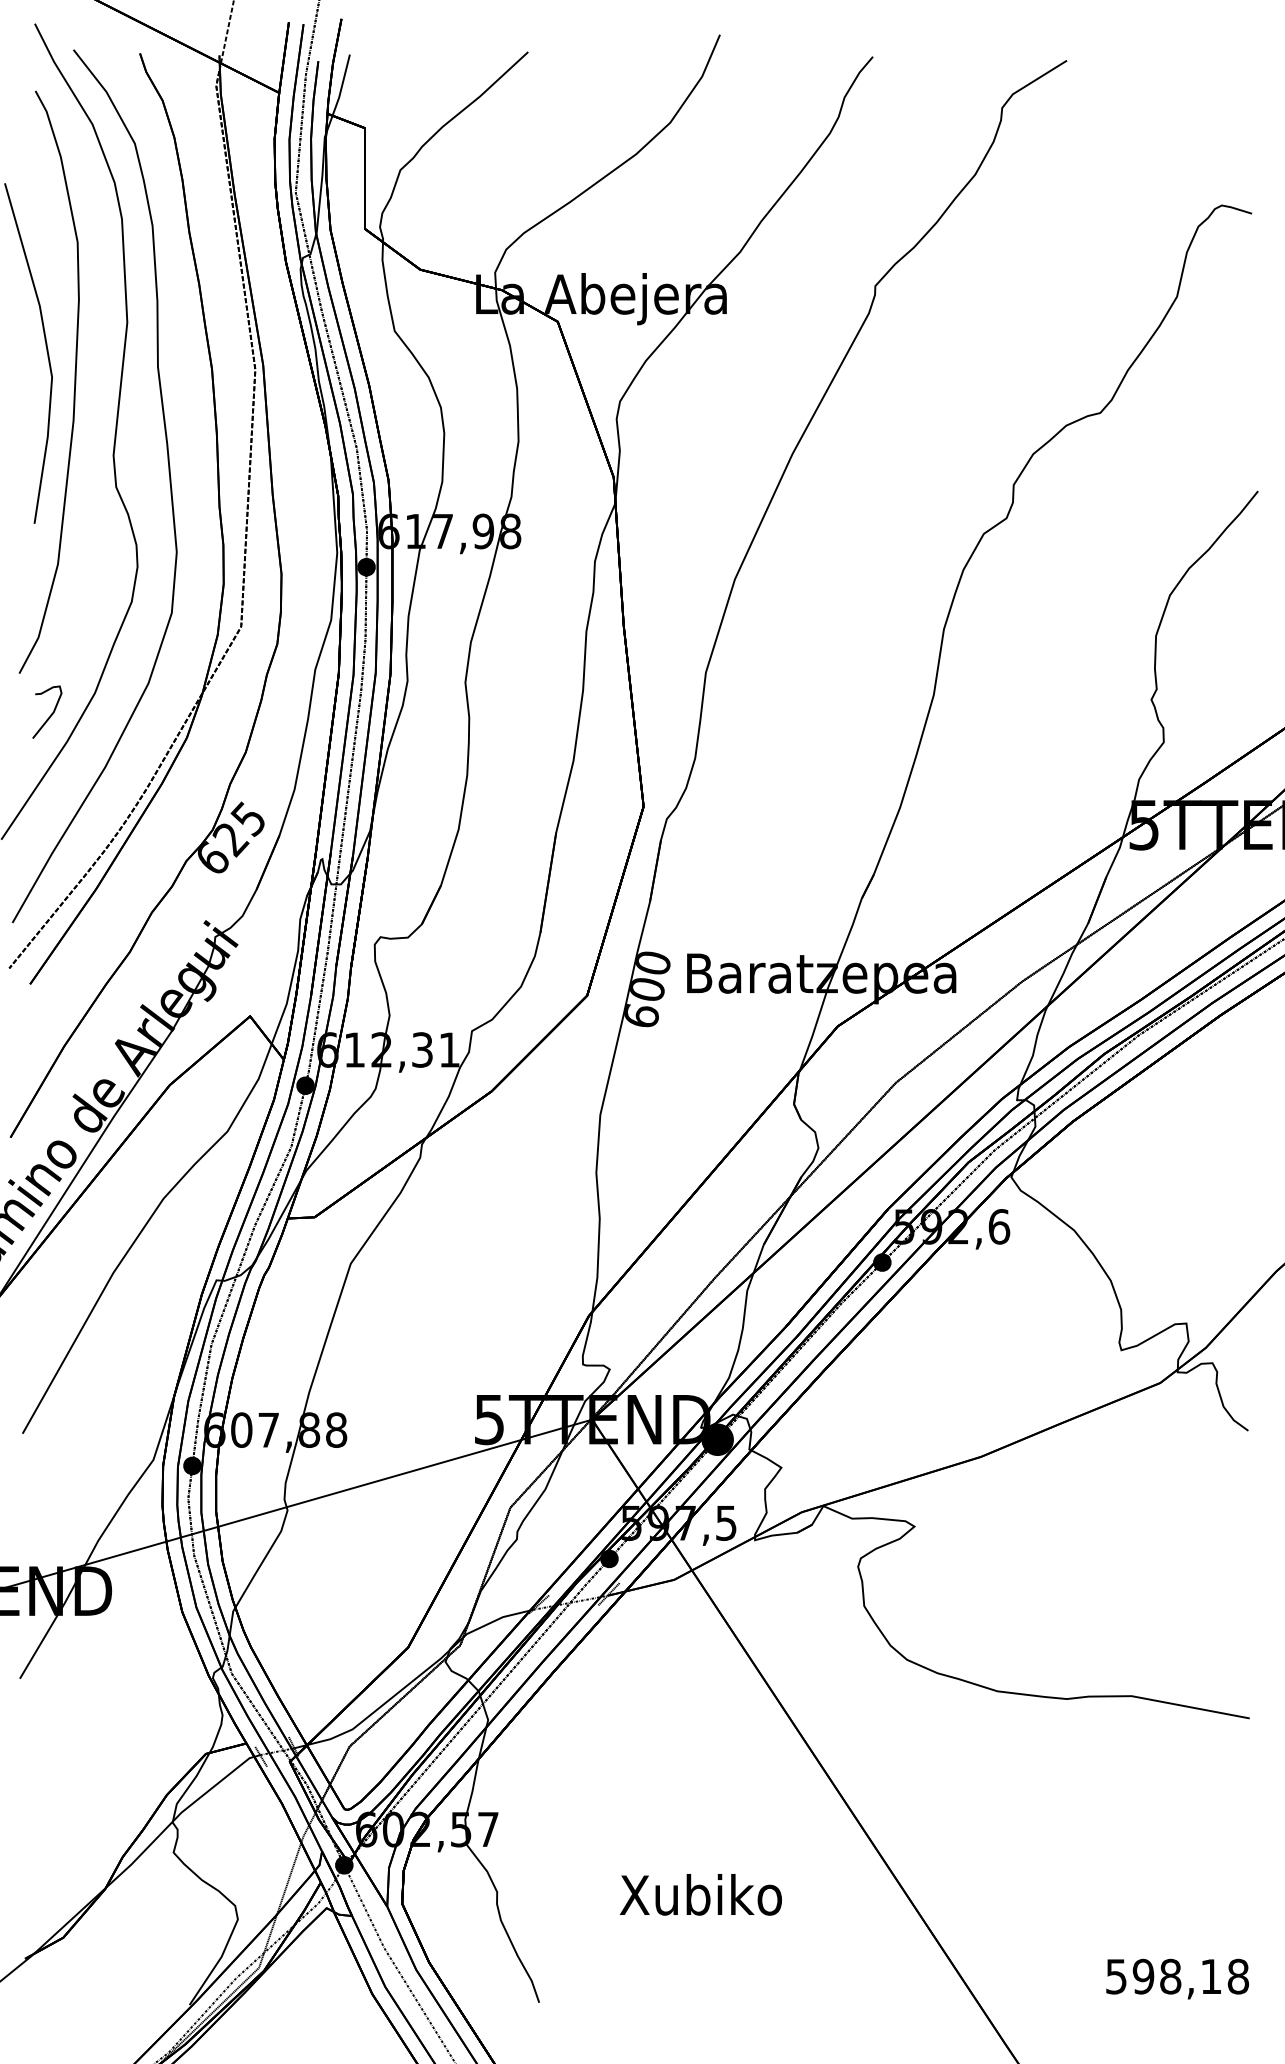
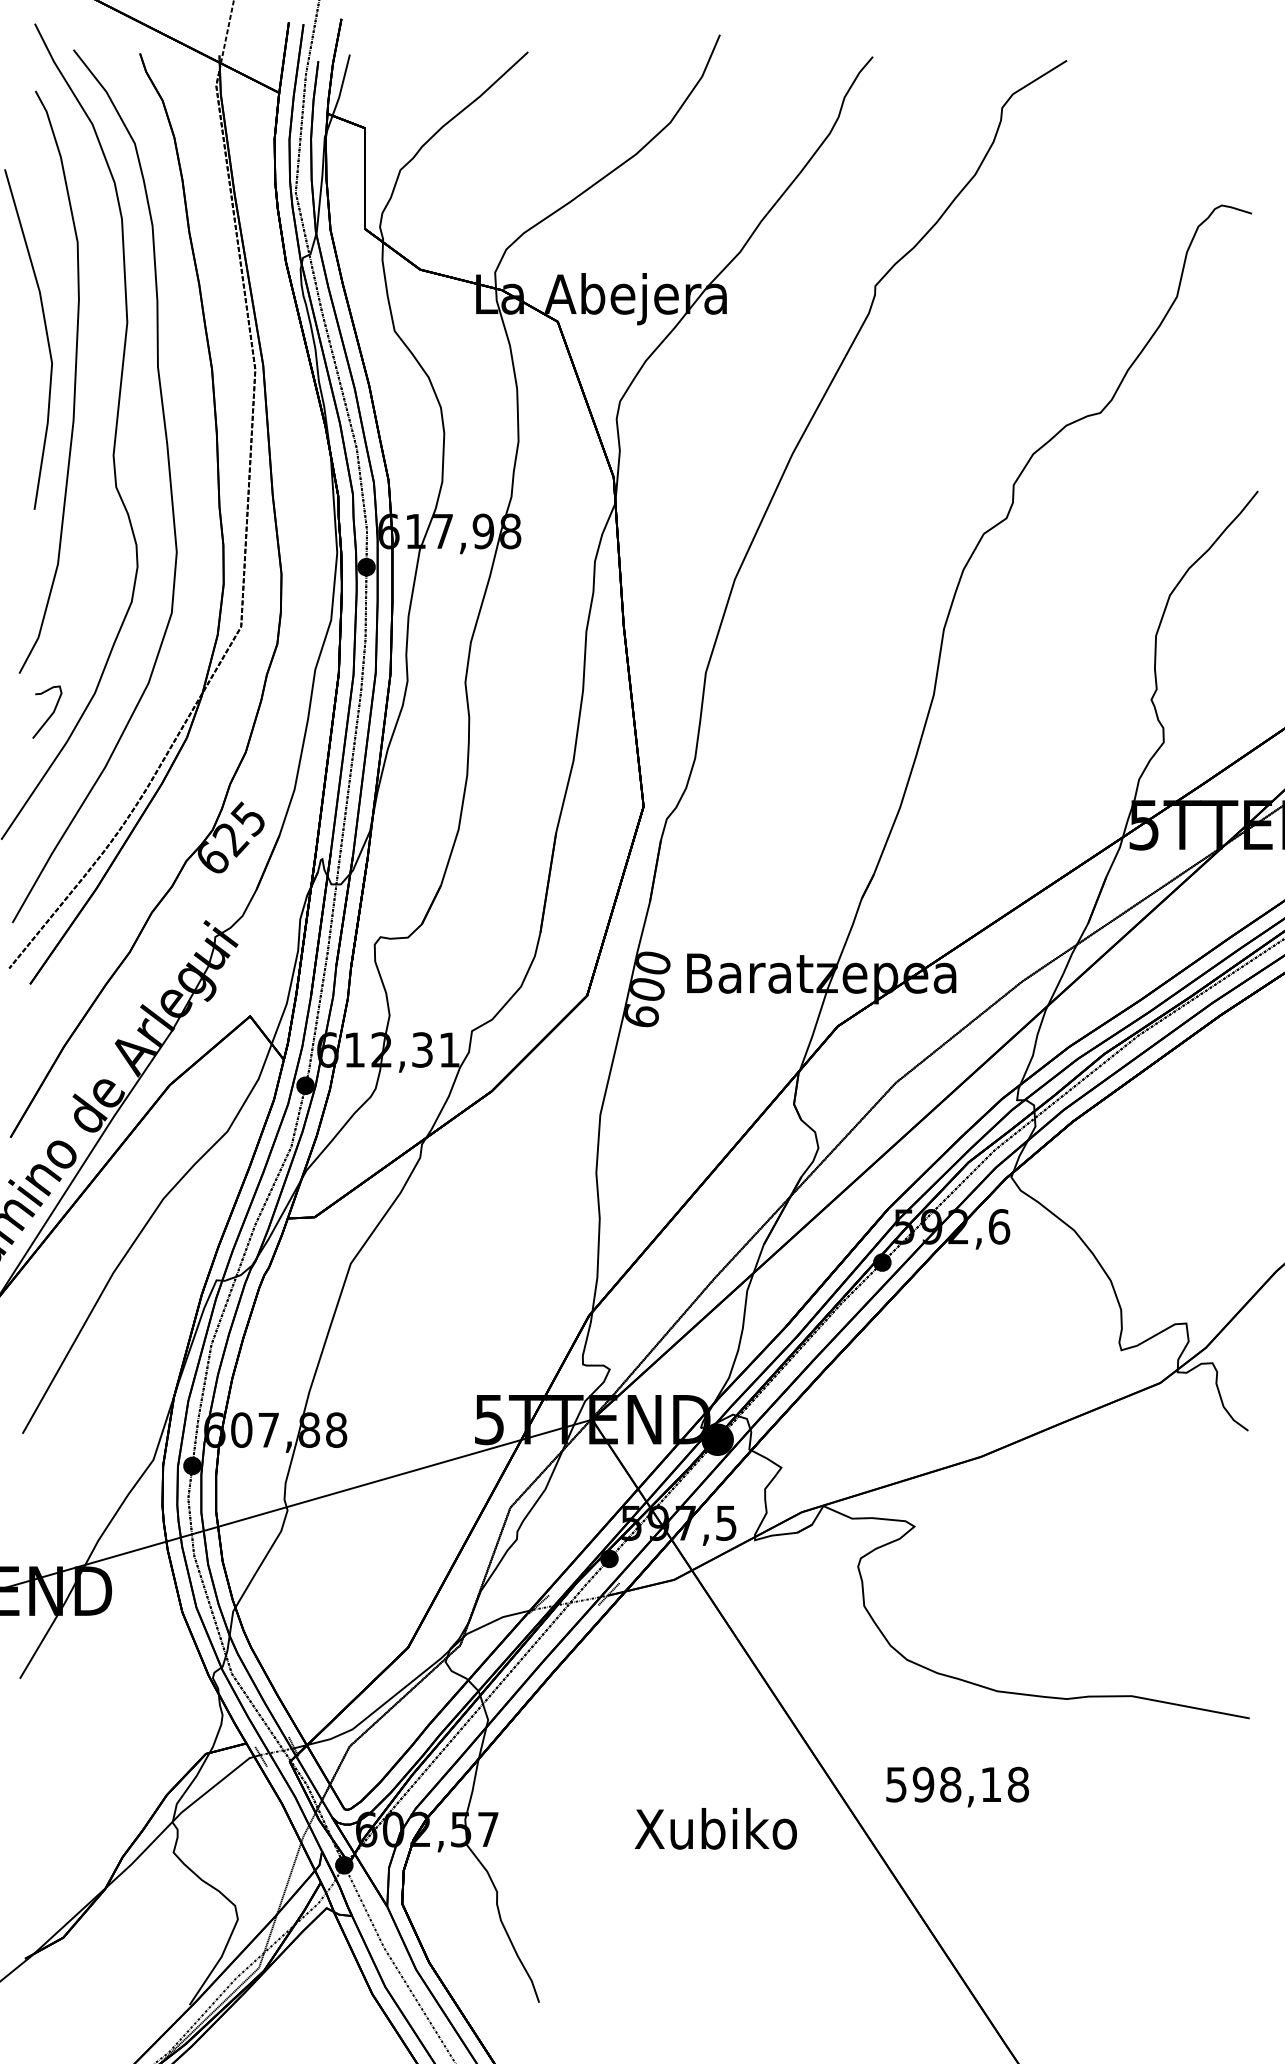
part at (46, 351) position: (46, 351) -> (46, 337)
text at (700, 1894) position: (700, 1894) -> (715, 1828)
text at (1177, 1978) position: (1177, 1978) -> (957, 1786)
